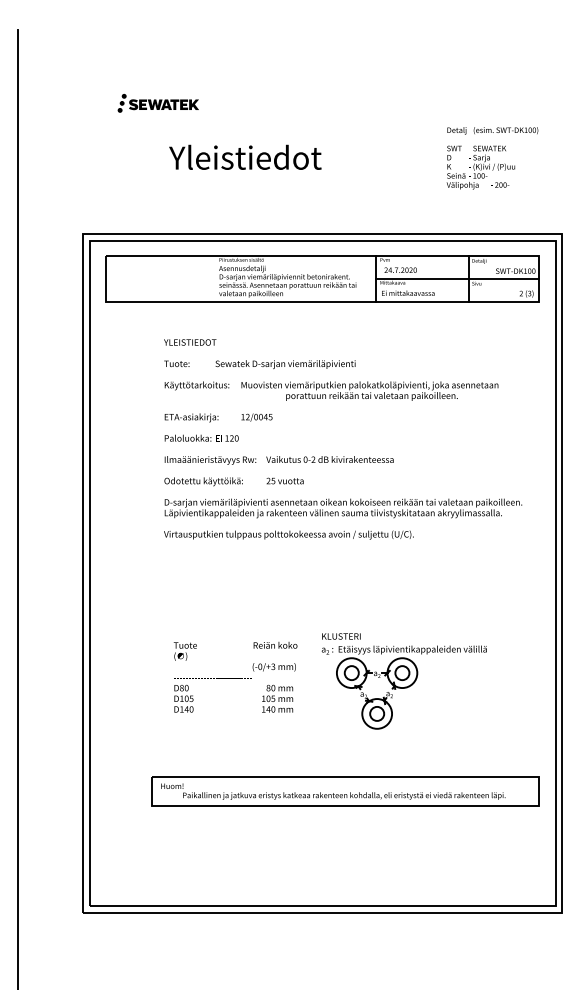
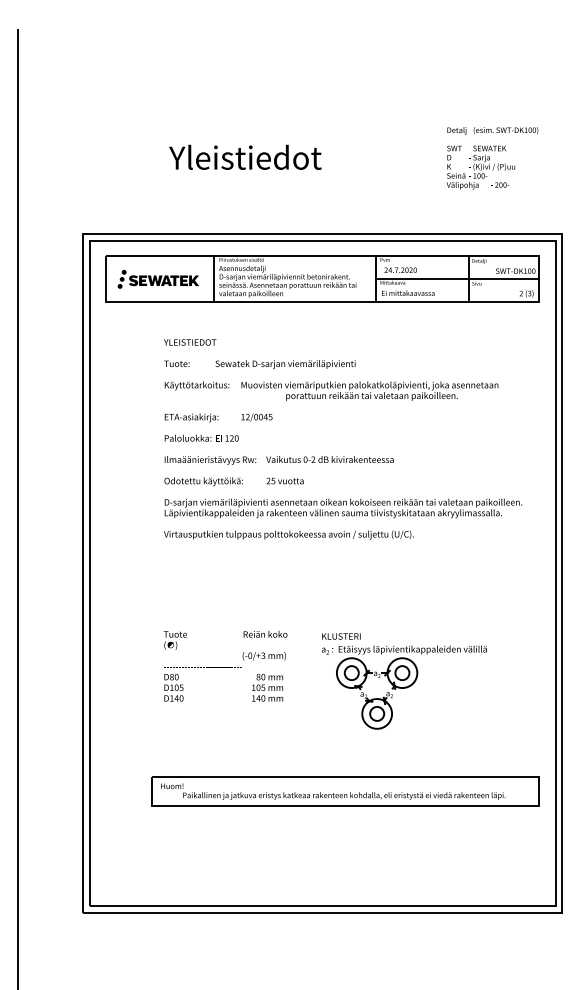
part at (157, 103) position: (157, 103) -> (157, 279)
line at (214, 279): none -> present
text at (235, 677) position: (235, 677) -> (225, 666)
